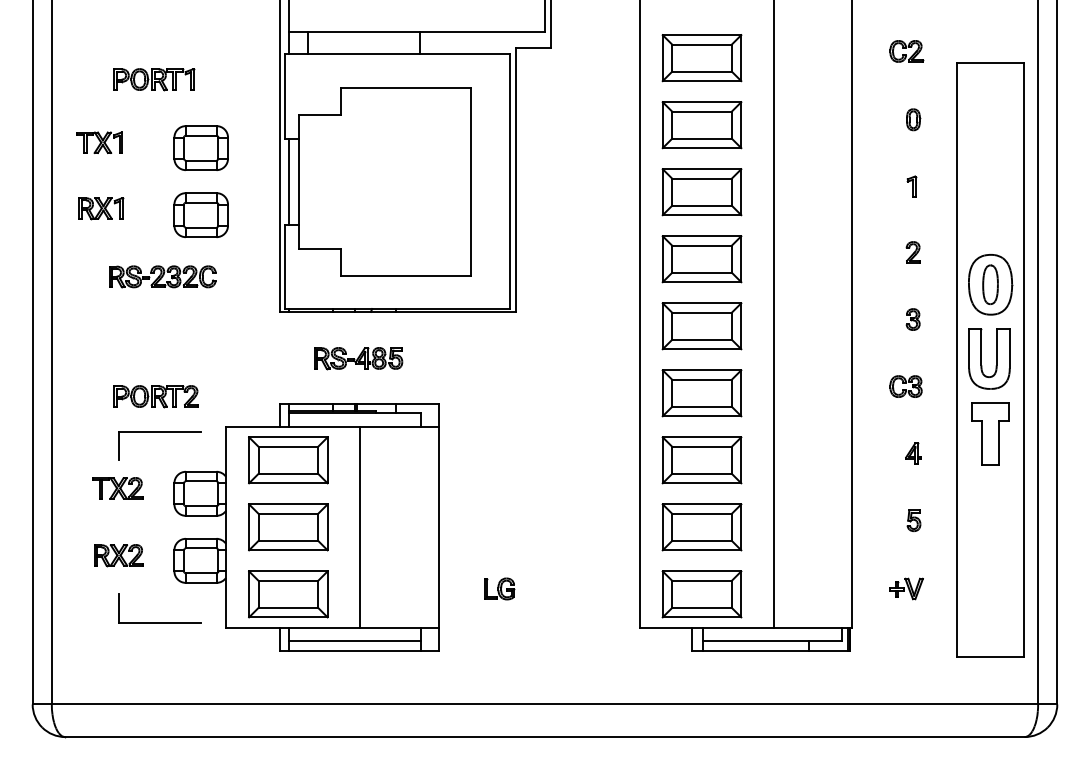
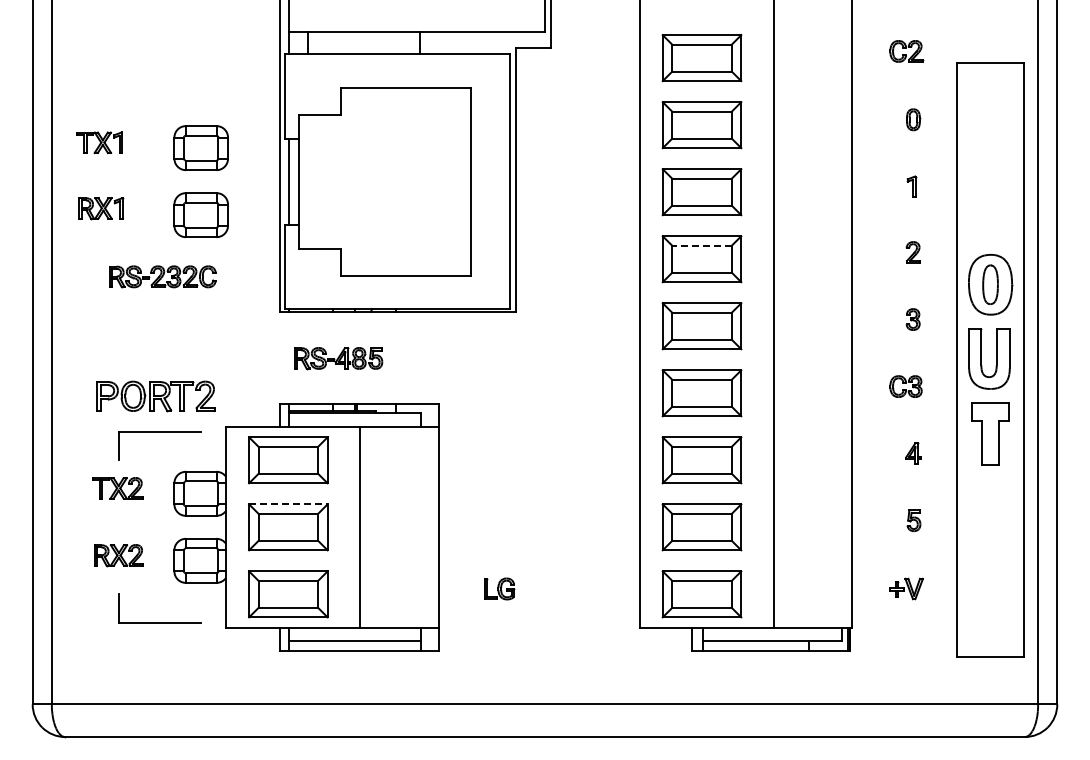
part at (154, 79): present -> none
line at (702, 245): solid -> dashed
part at (358, 358) position: (358, 358) -> (338, 358)
part at (155, 396) size: 86x24 px -> 120x33 px
line at (288, 504): solid -> dashed
